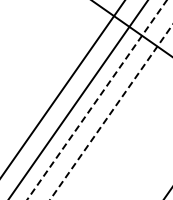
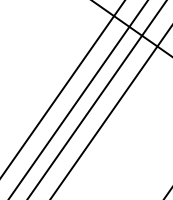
line at (97, 100): dashed -> solid
line at (111, 112): dashed -> solid
